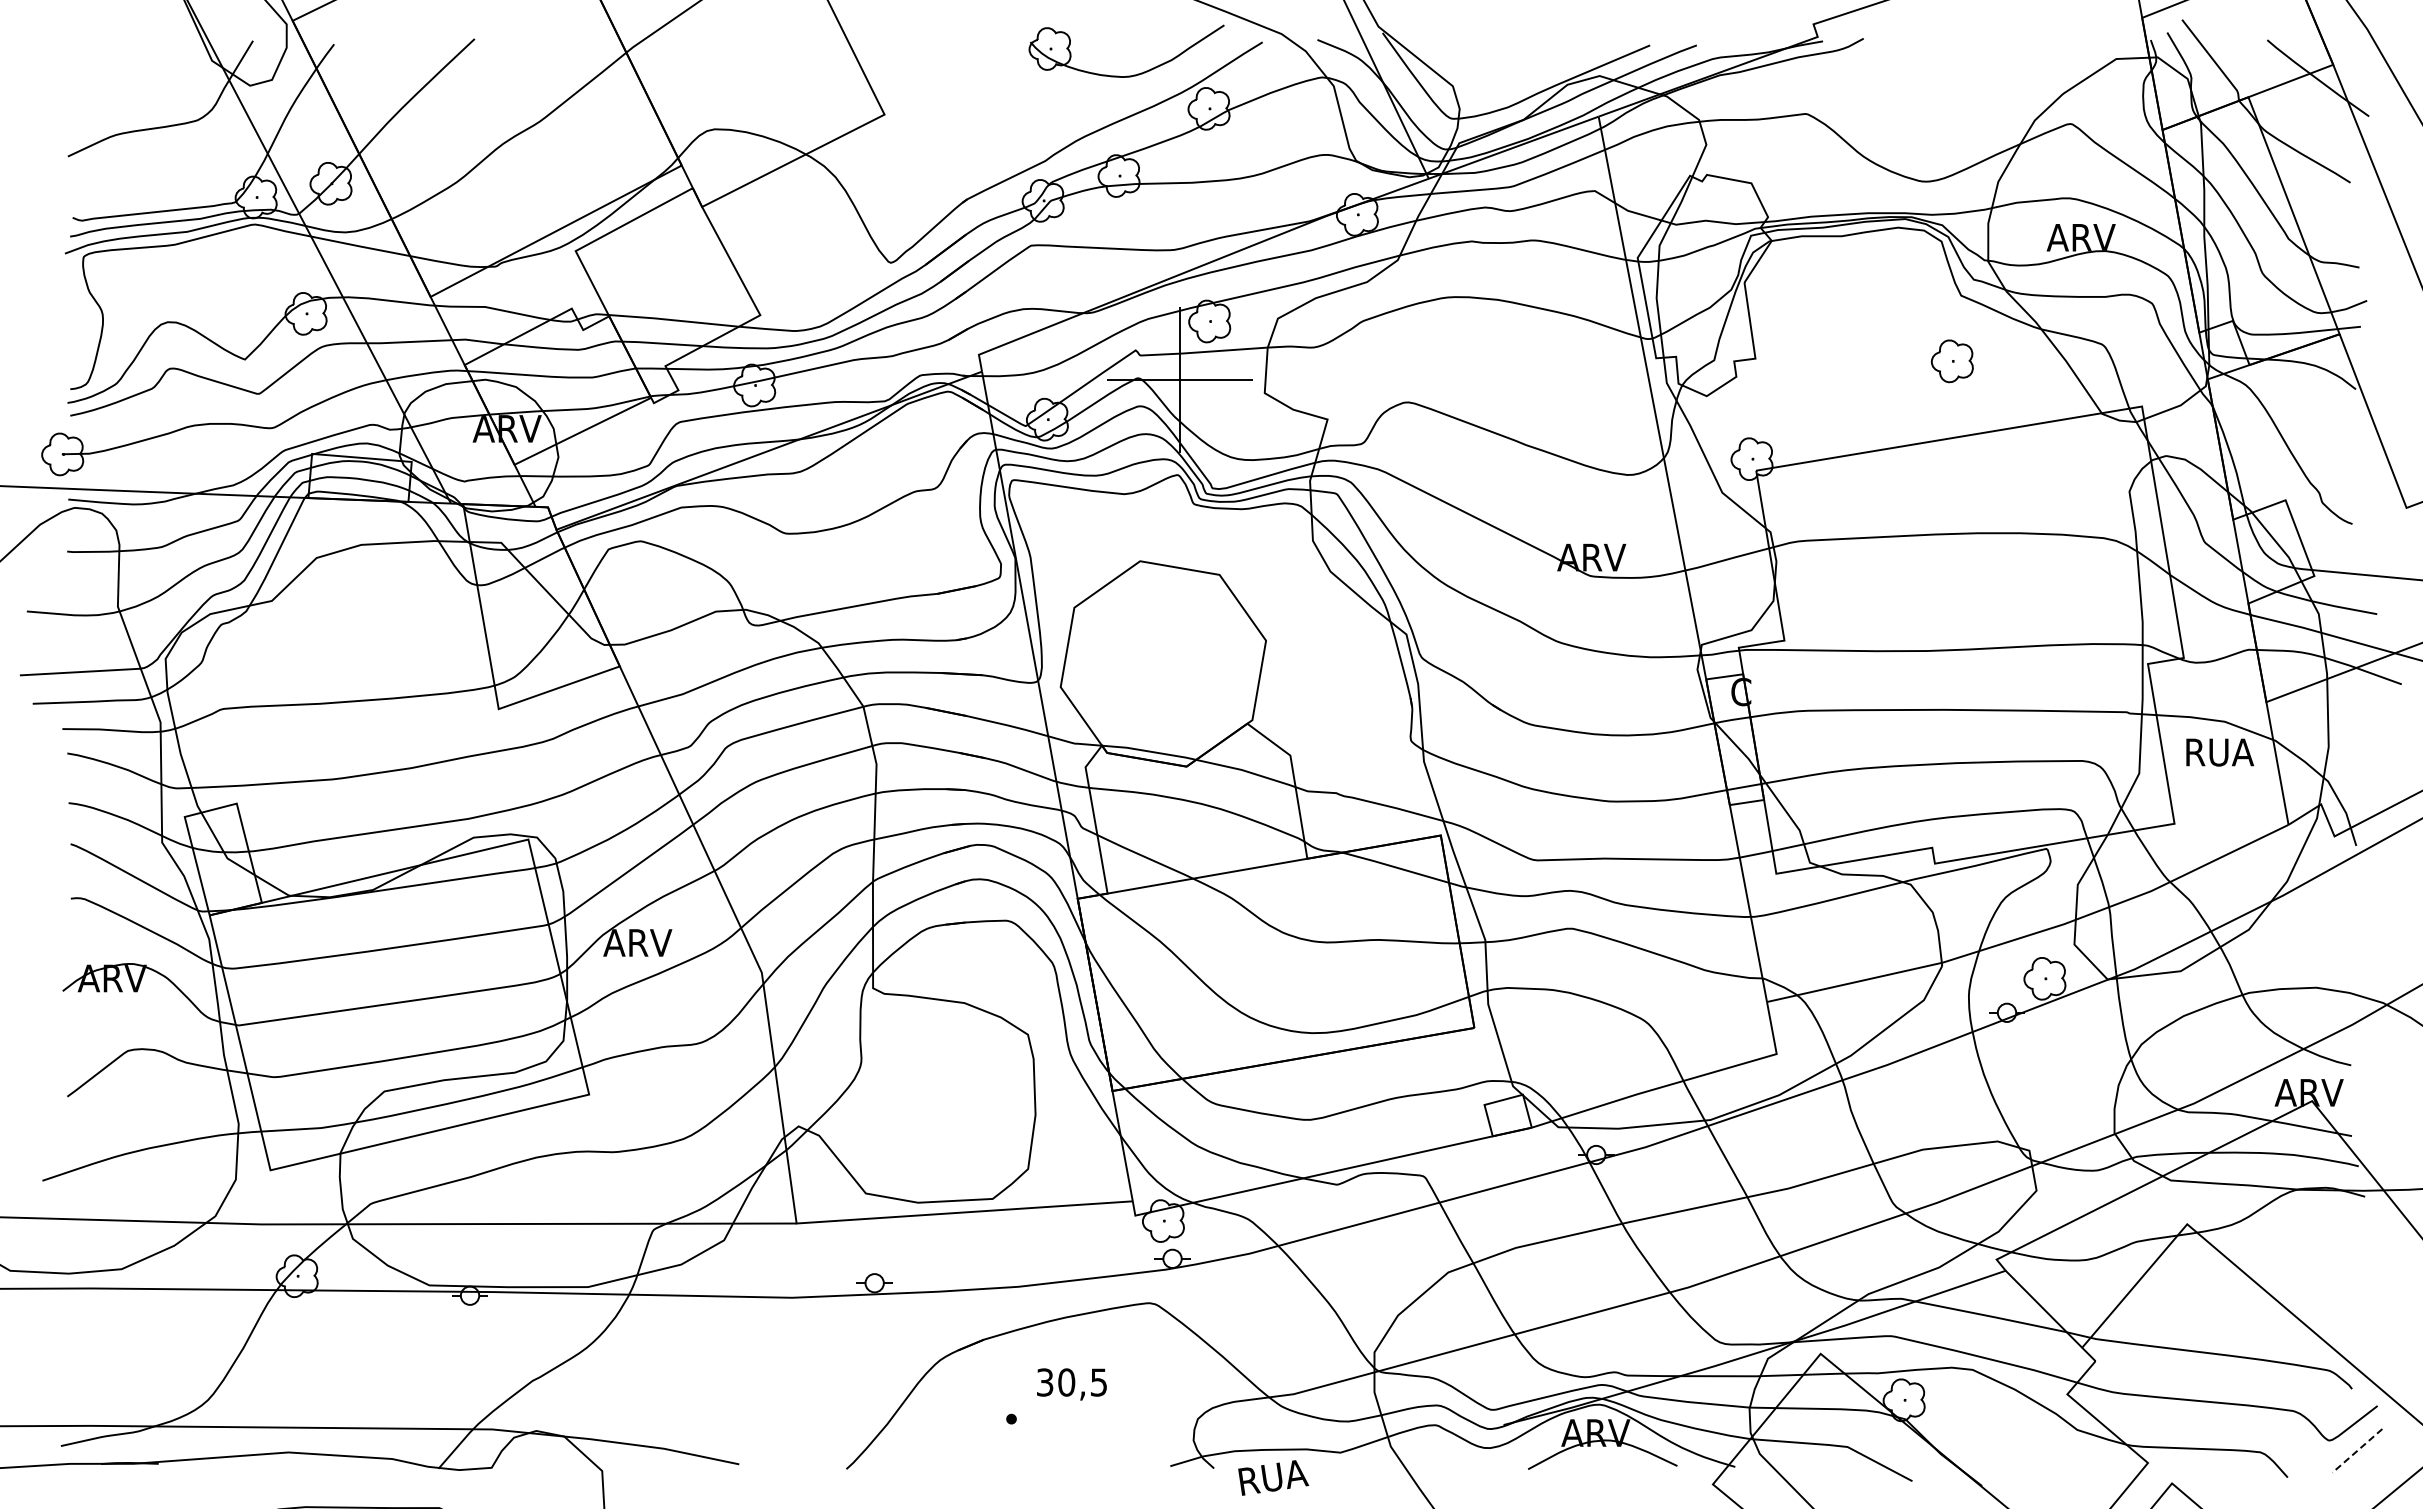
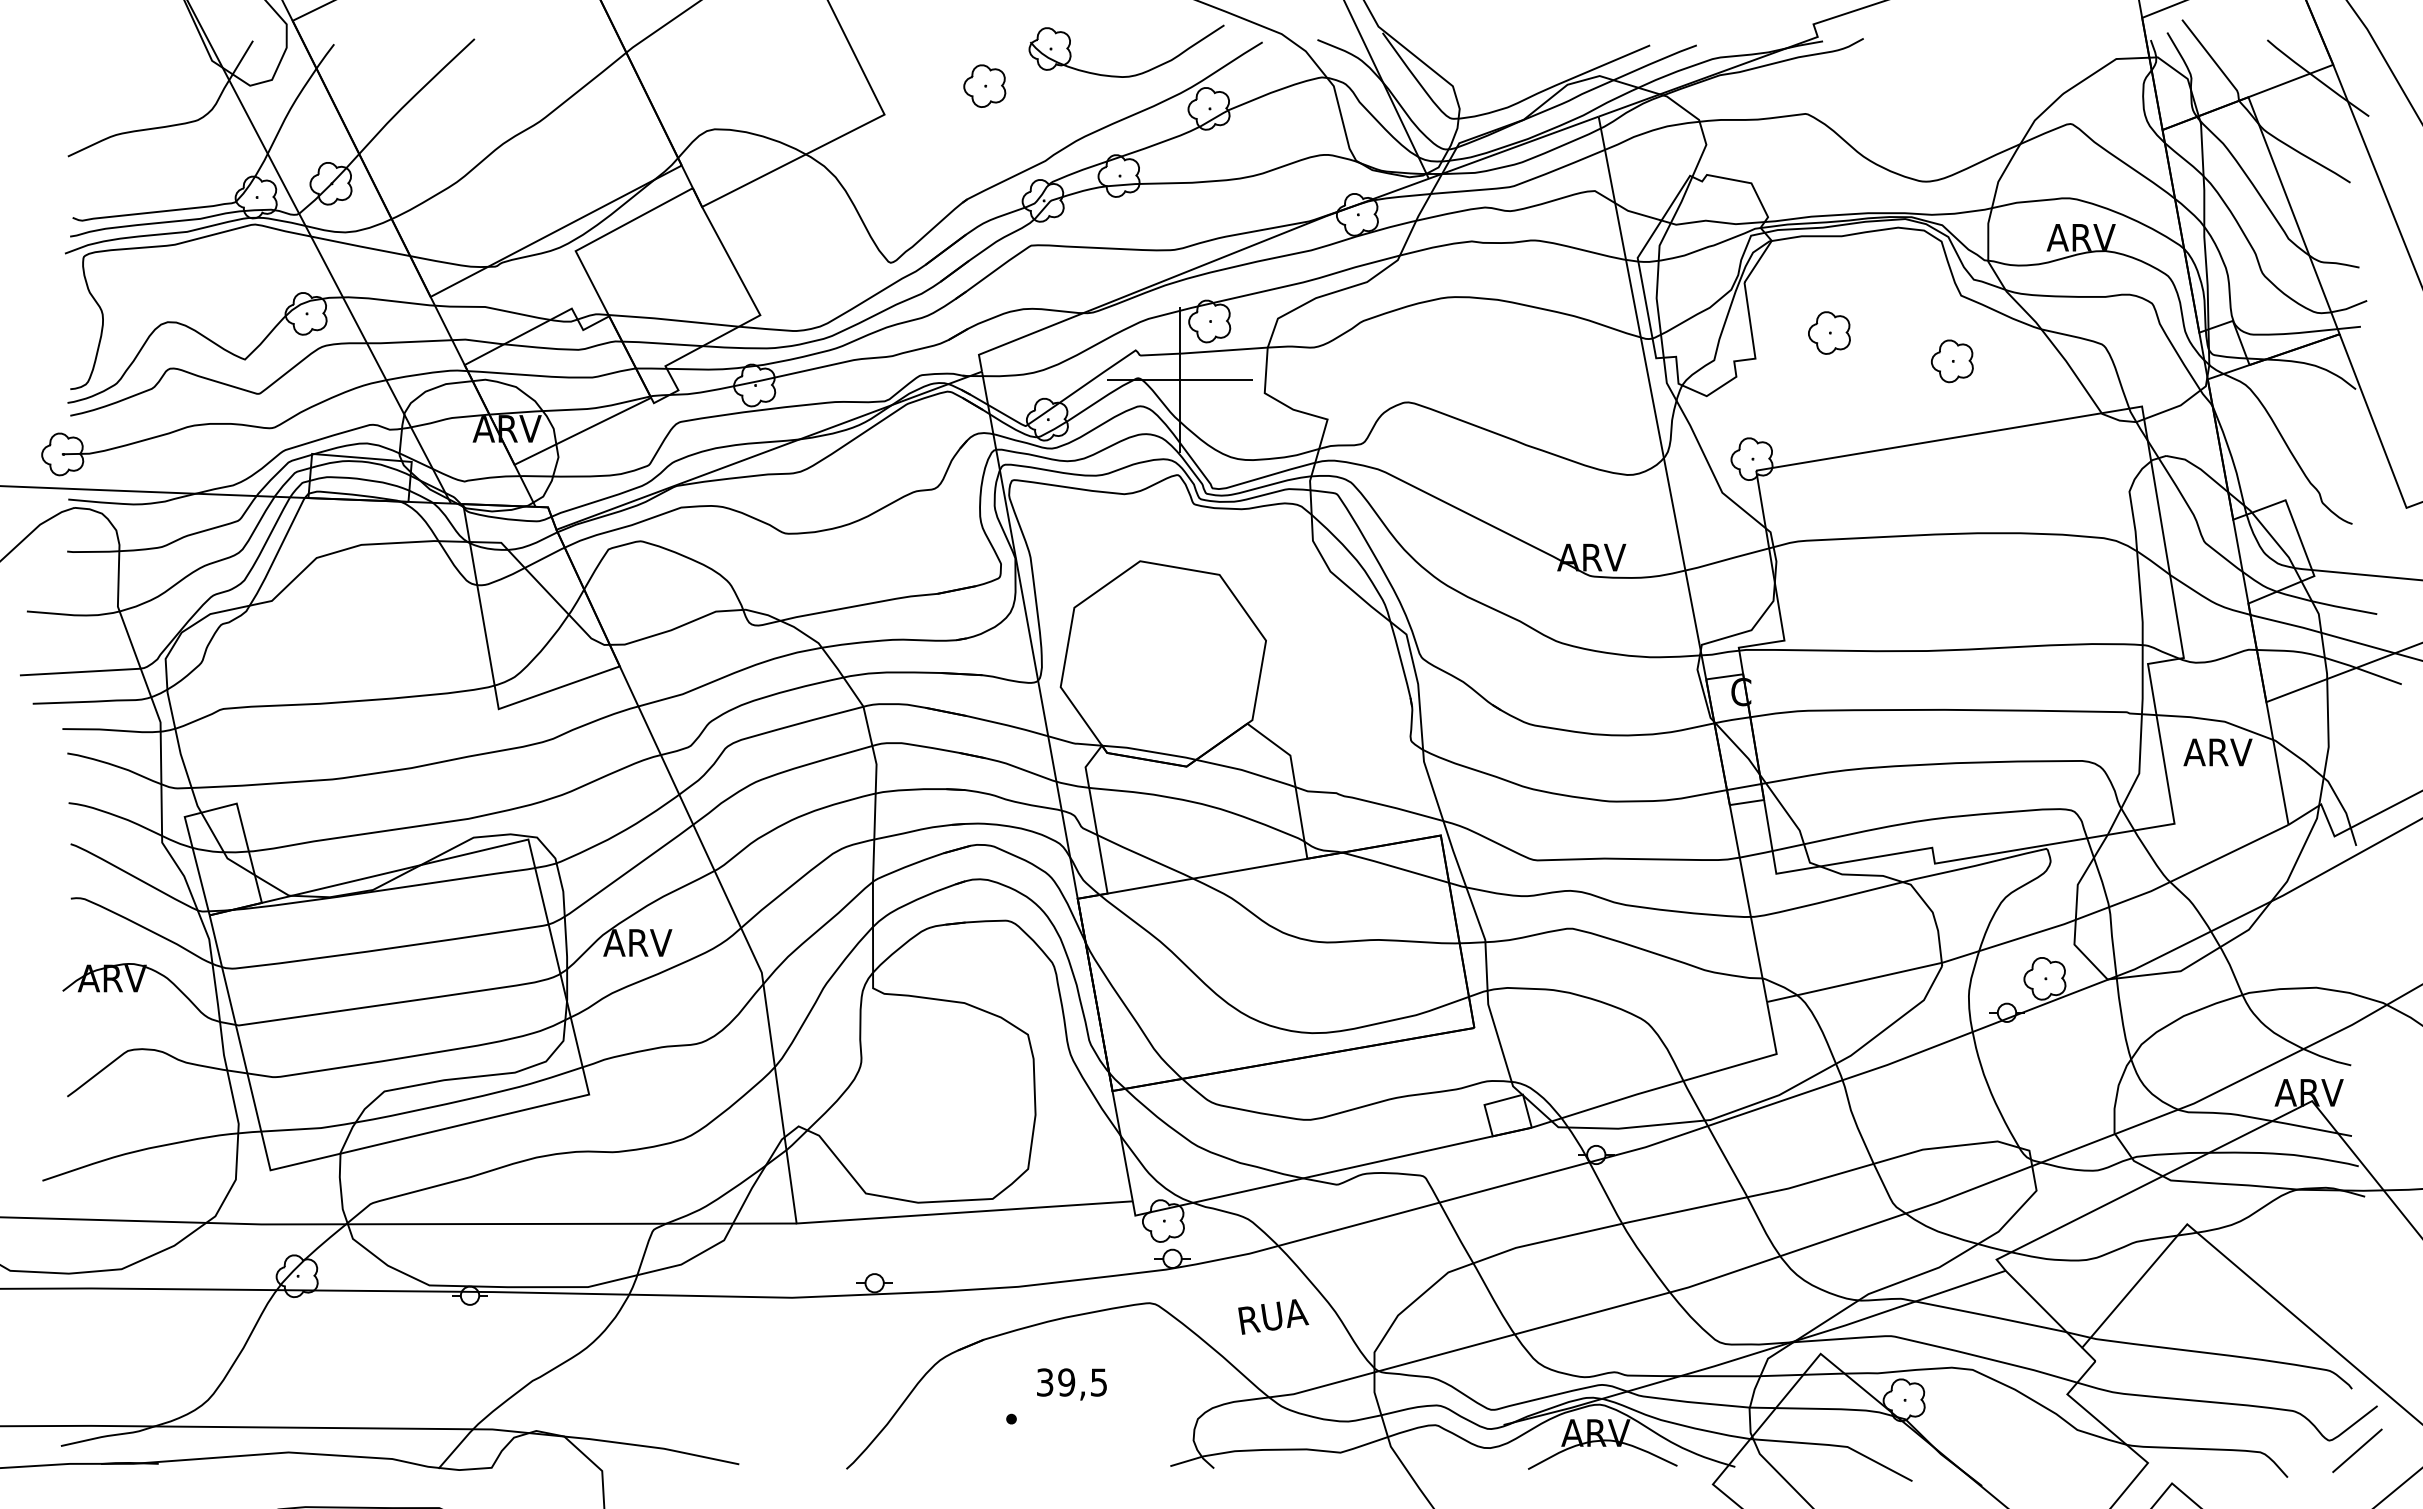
part at (984, 85): none -> present
part at (1829, 332): none -> present
text at (2218, 752): RUA -> ARV
text at (1066, 1382): 30,5 -> 39,5
line at (2357, 1451): dashed -> solid
text at (1273, 1477) position: (1273, 1477) -> (1273, 1316)
